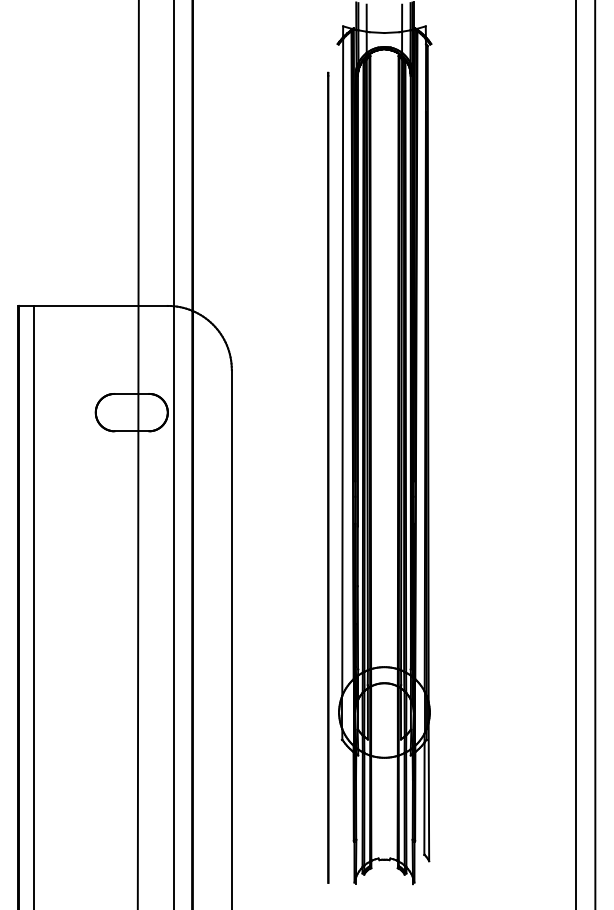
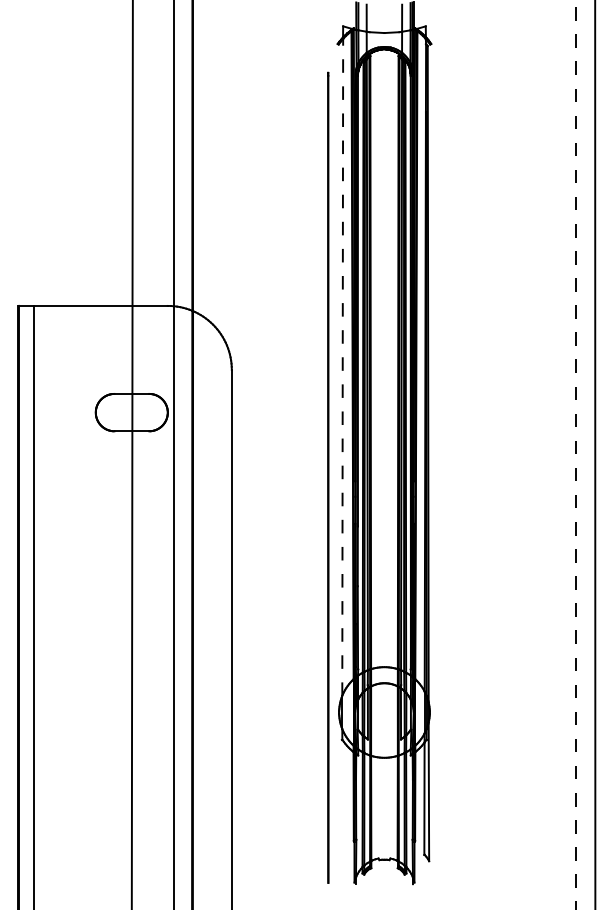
line at (342, 366): solid -> dashed
line at (137, 454) position: (137, 454) -> (131, 454)
line at (576, 454): solid -> dashed
